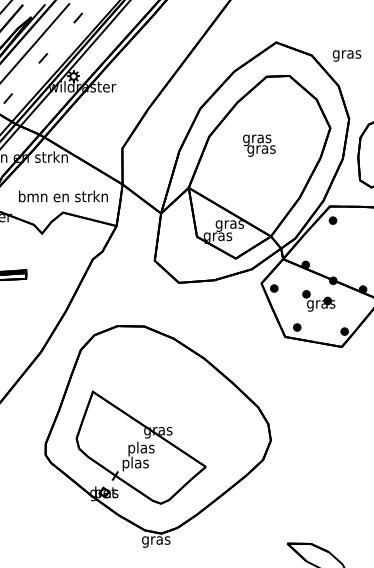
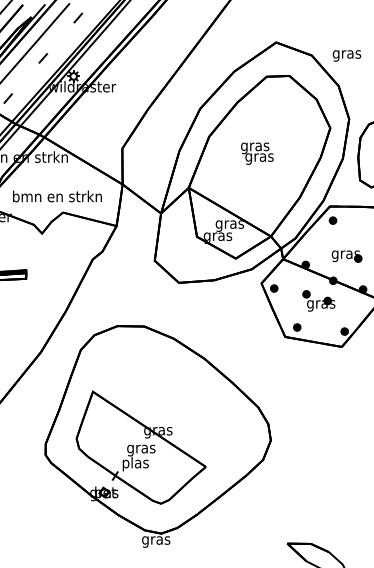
text at (259, 145) position: (259, 145) -> (257, 153)
text at (63, 196) position: (63, 196) -> (57, 196)
part at (346, 256): none -> present
text at (141, 448): plas -> gras
